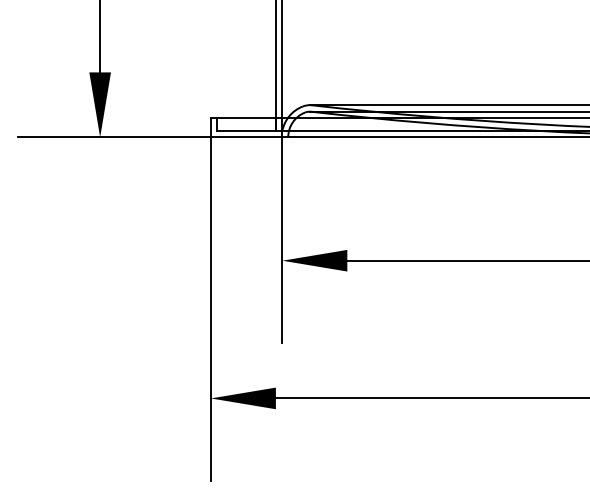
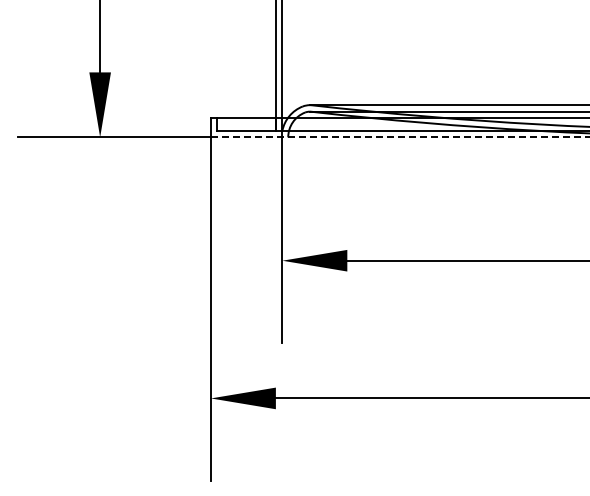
line at (400, 137): solid -> dashed
